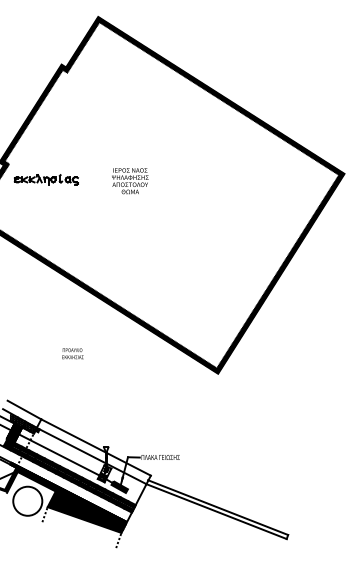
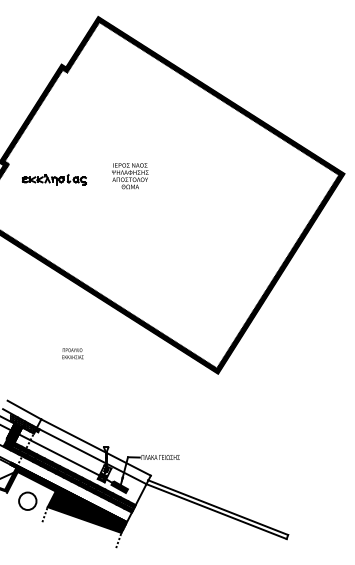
part at (45, 179) position: (45, 179) -> (53, 179)
text at (130, 181) position: (130, 181) -> (130, 176)
circle at (27, 500) diameter: 29 px -> 17 px
